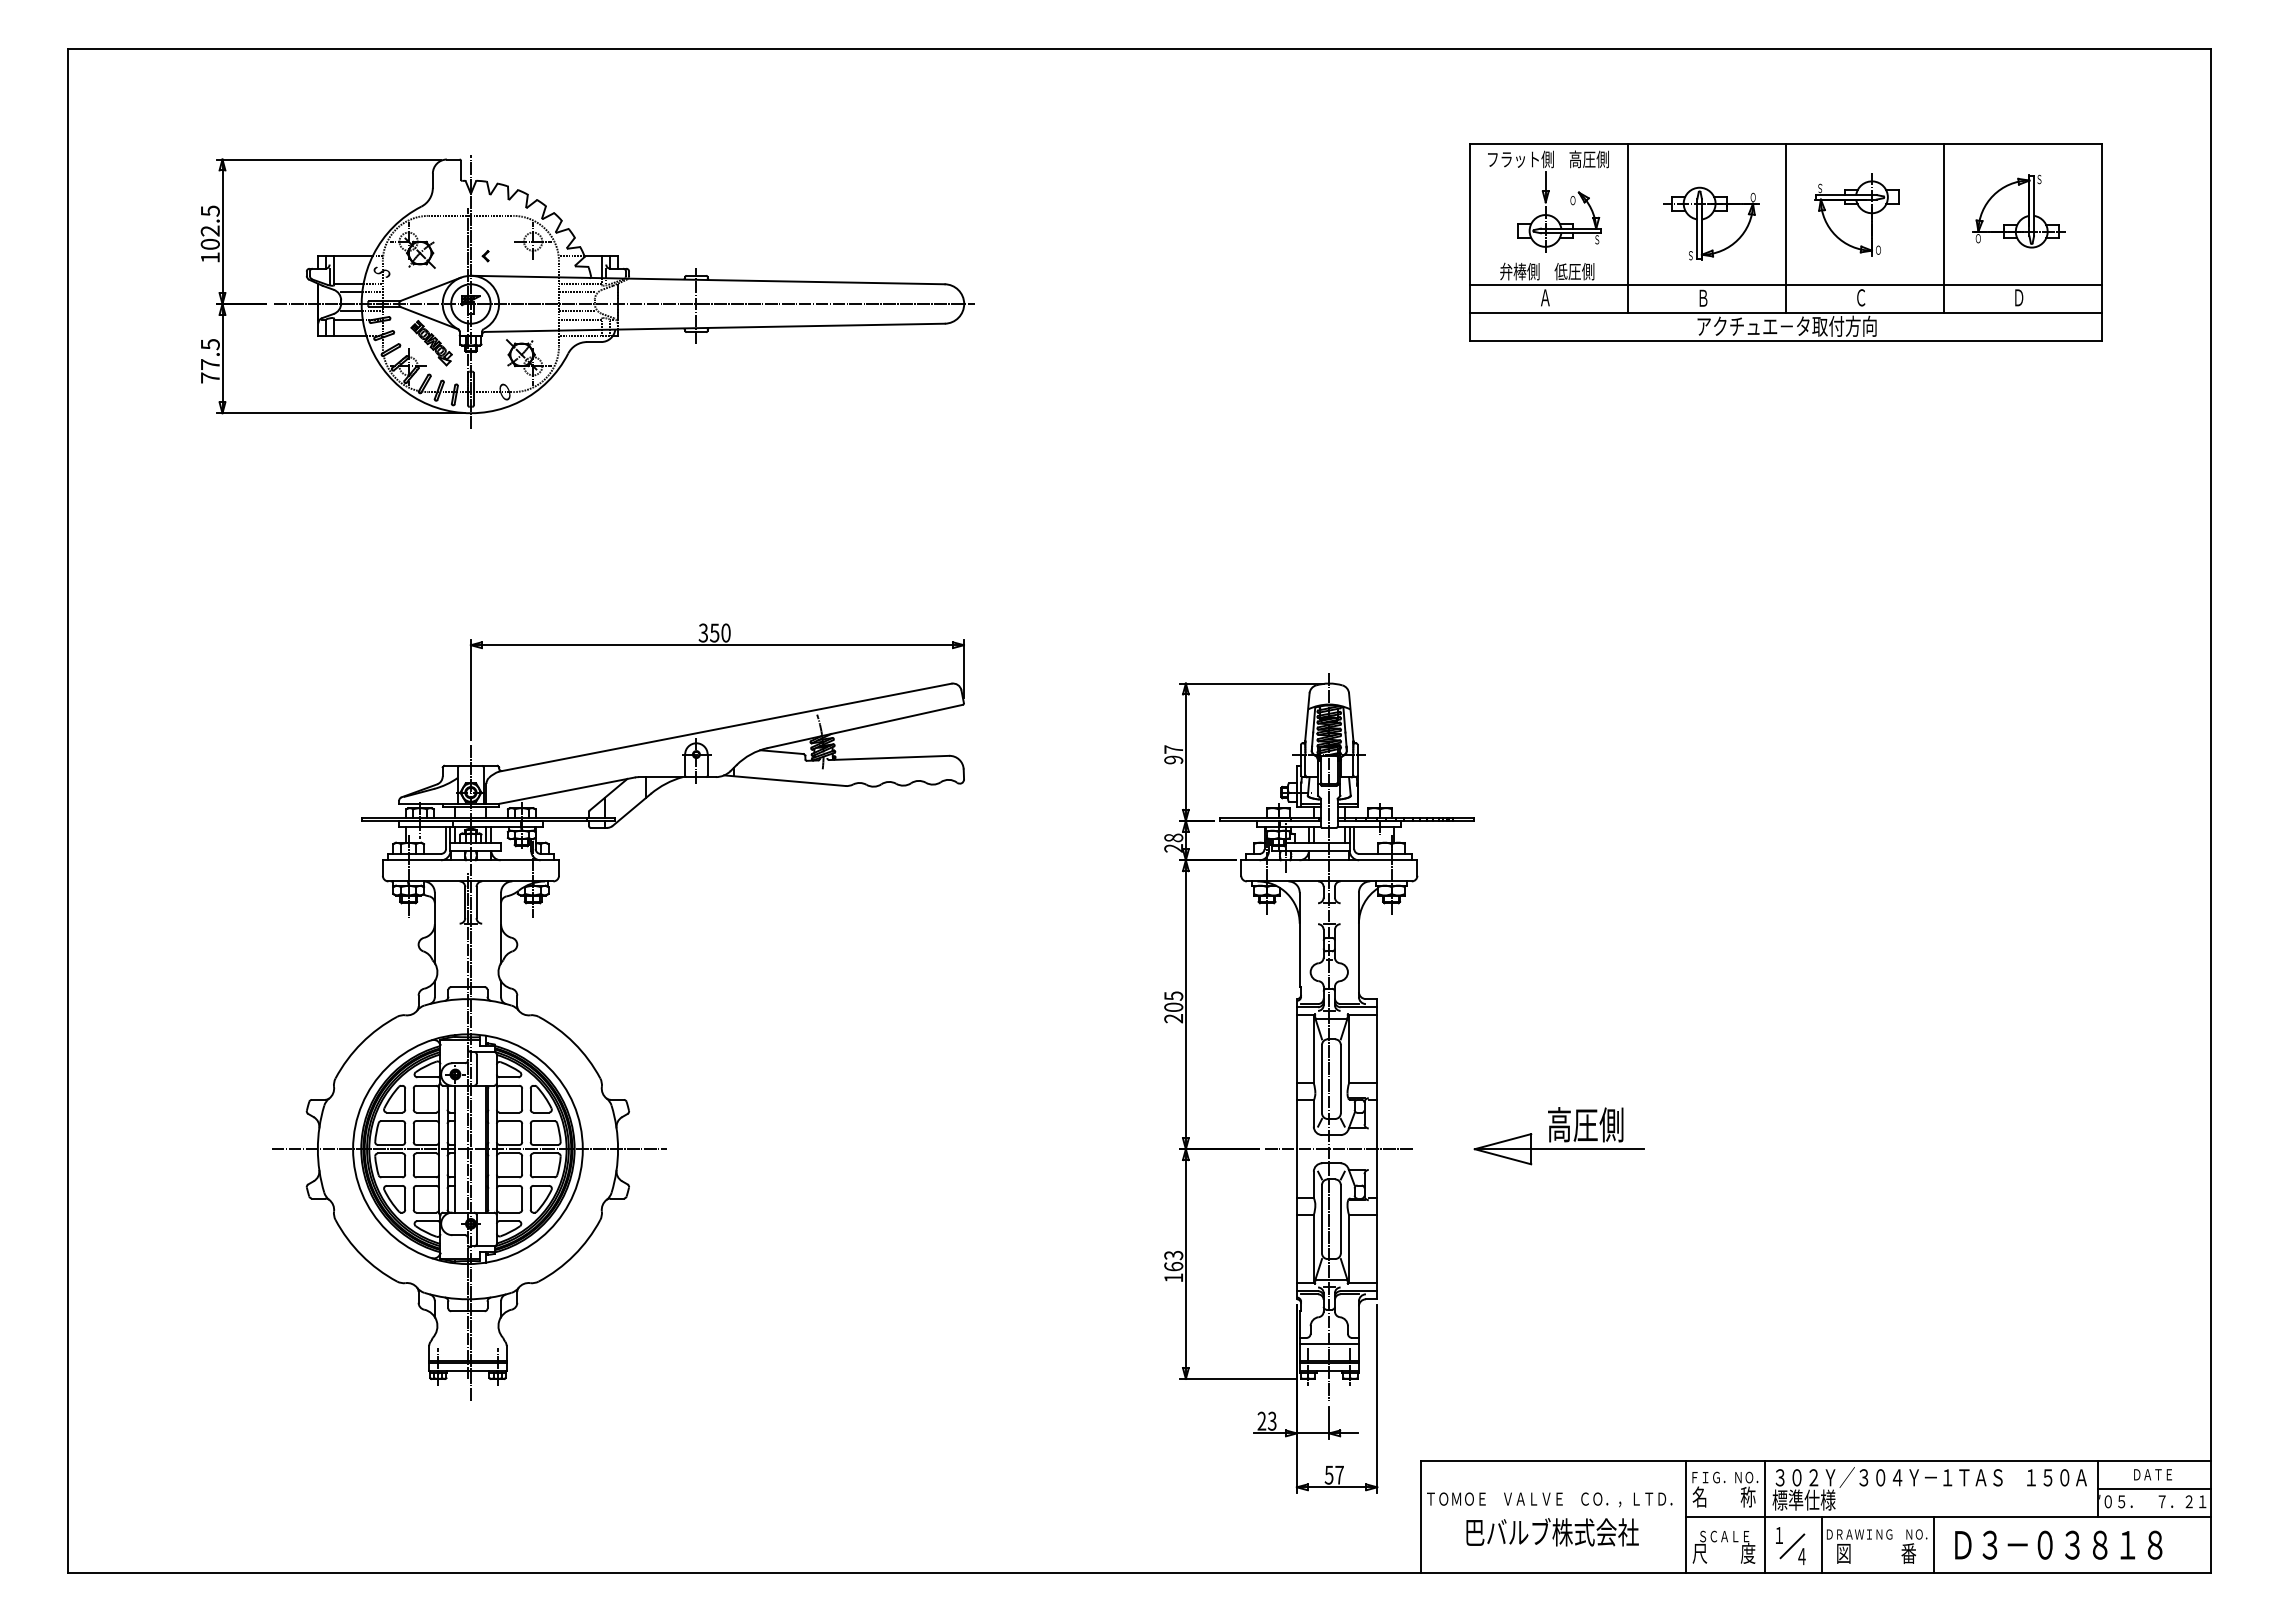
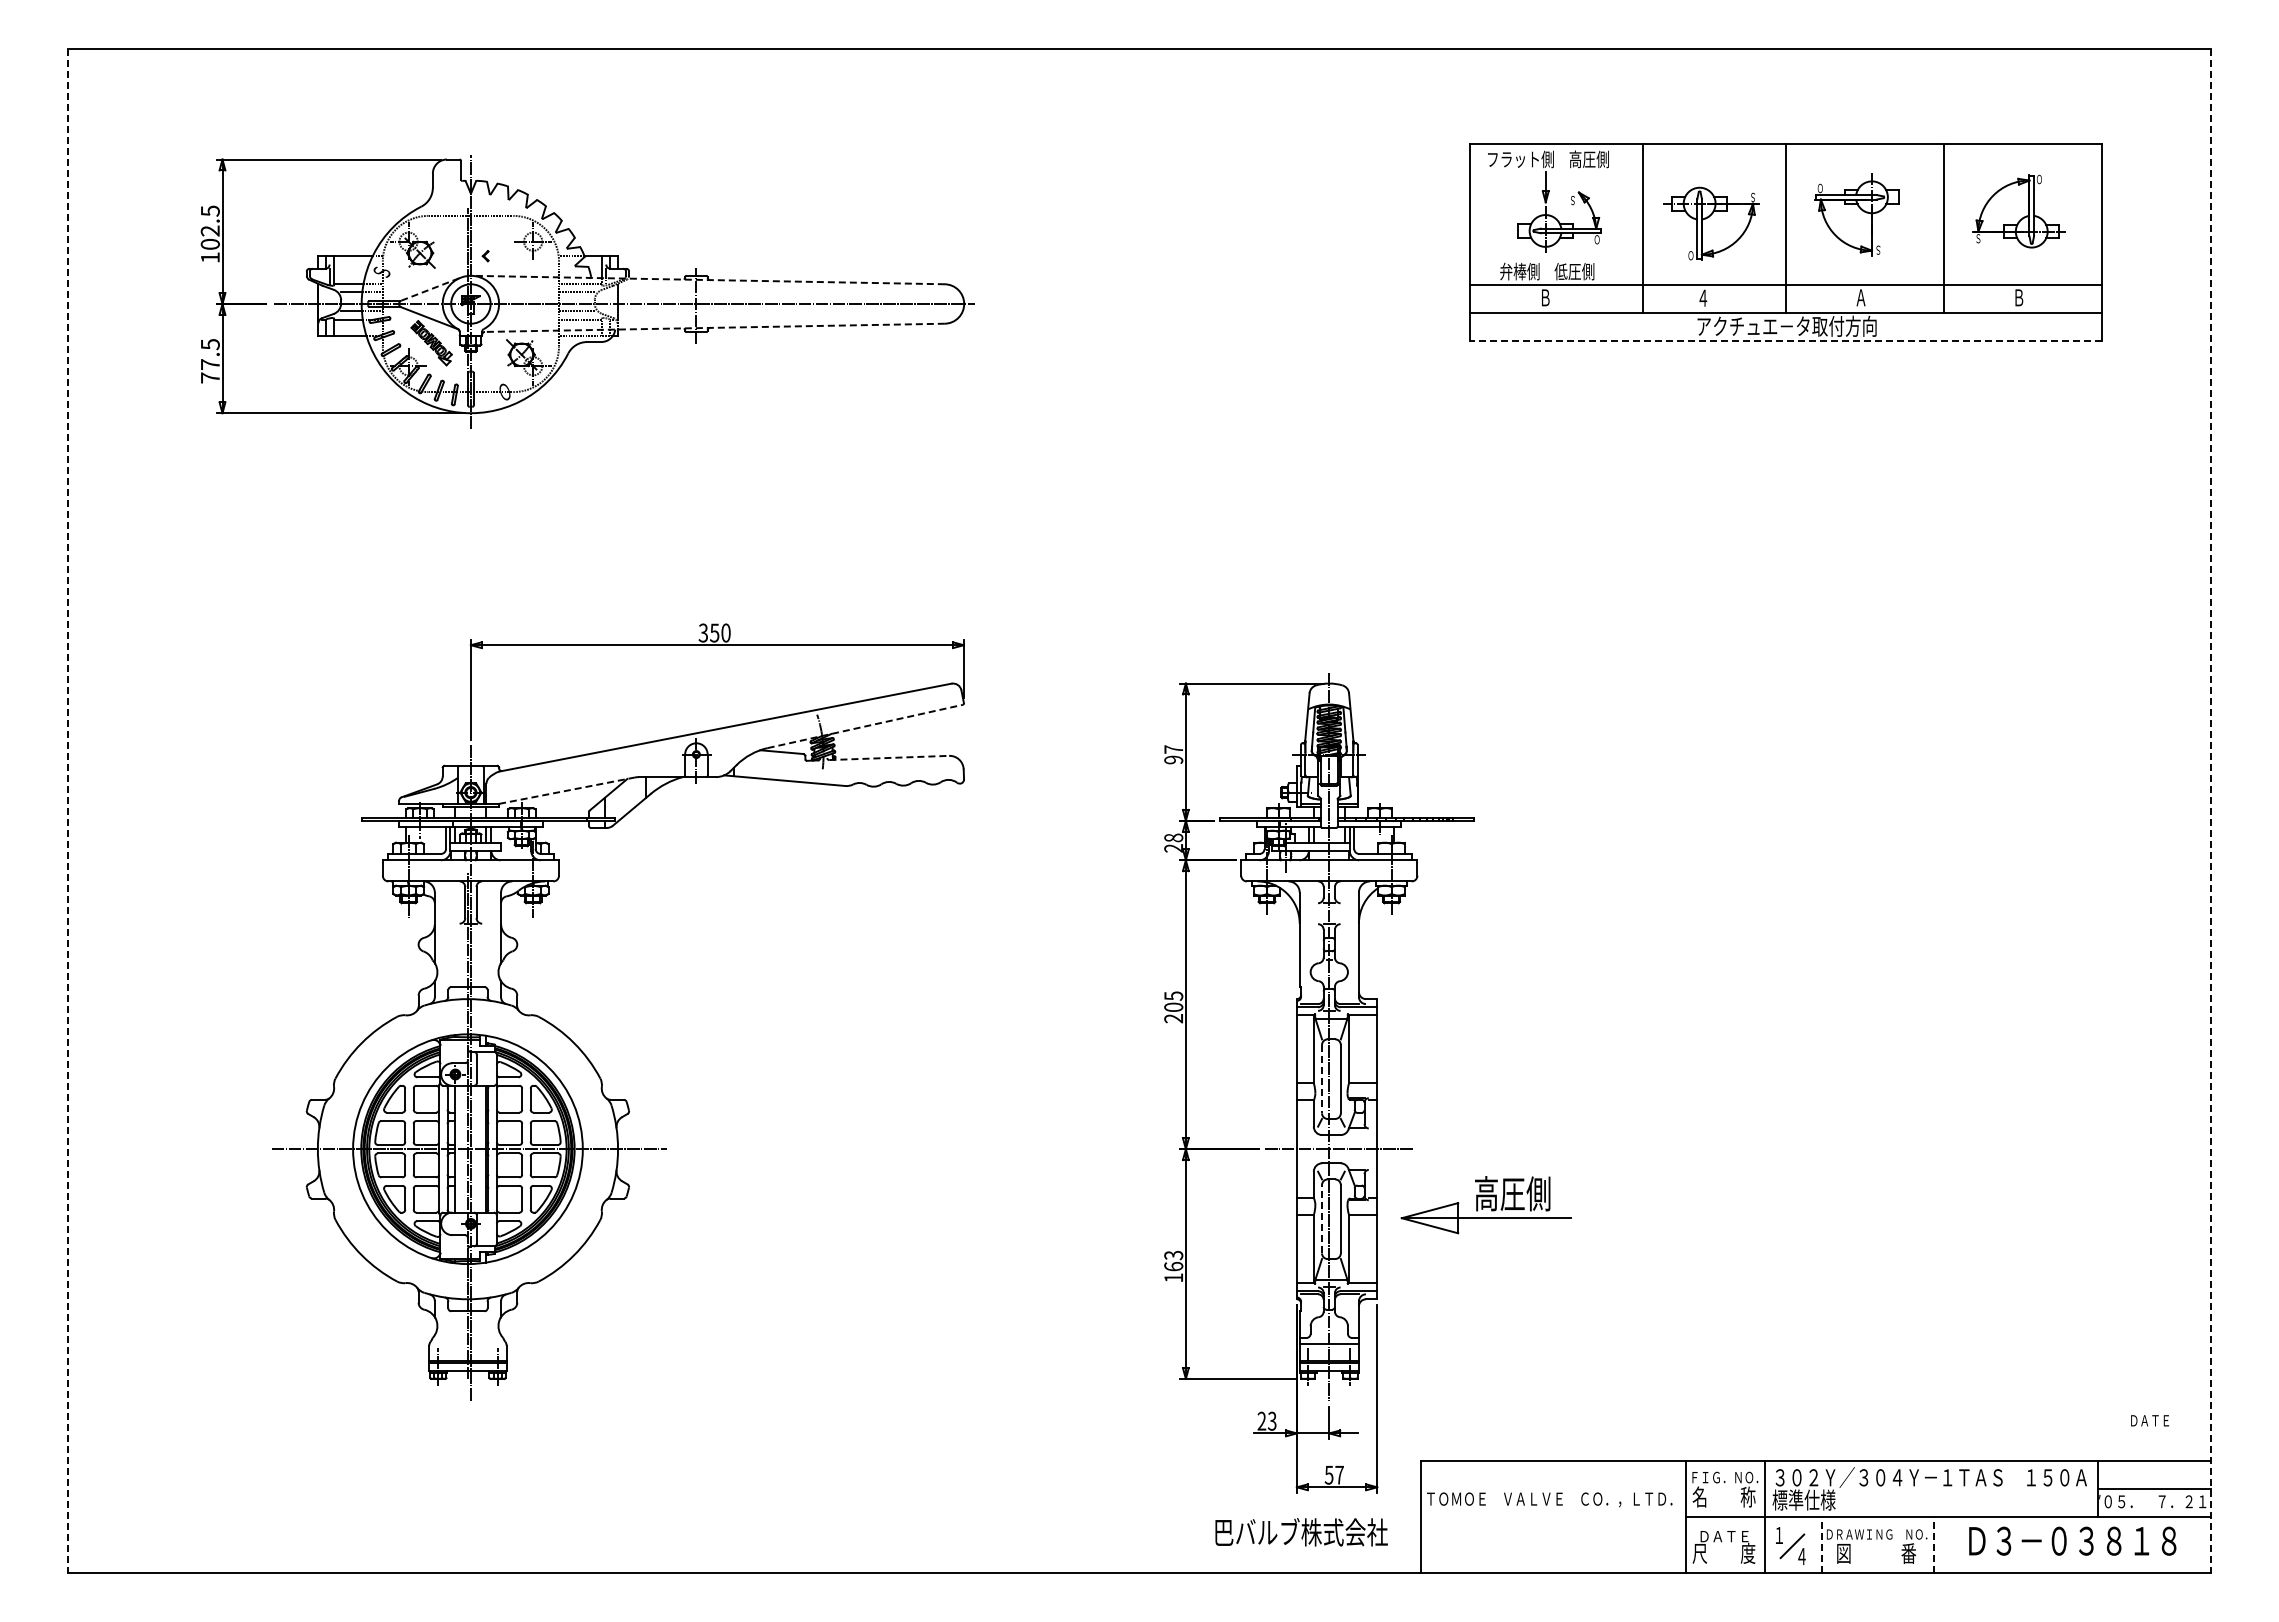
text at (2038, 178): Ｓ -> Ｏ
text at (1819, 188): Ｓ -> Ｏ
text at (1752, 197): Ｏ -> Ｓ
text at (1572, 200): Ｏ -> Ｓ
line at (1628, 227) position: (1628, 227) -> (1643, 227)
text at (1977, 238): Ｏ -> Ｓ
text at (1596, 239): Ｓ -> Ｏ
text at (1878, 250): Ｏ -> Ｓ
text at (1690, 256): Ｓ -> Ｏ
line at (708, 280): solid -> dashed
line at (431, 289): solid -> dashed
text at (1545, 297): Ａ -> Ｂ
text at (1703, 297): Ｂ -> ４
text at (1860, 297): Ｃ -> Ａ
text at (2019, 297): Ｄ -> Ｂ
line at (714, 327): solid -> dashed
line at (1785, 341): solid -> dashed
line at (865, 726): solid -> dashed
line at (889, 757): solid -> dashed
line at (567, 790): solid -> dashed
line at (68, 811): solid -> dashed
line at (2210, 811): solid -> dashed
line at (1322, 1079): solid -> dashed
part at (1558, 1136) position: (1558, 1136) -> (1485, 1205)
line at (1322, 1218): solid -> dashed
text at (2152, 1474) position: (2152, 1474) -> (2149, 1420)
text at (1552, 1532) position: (1552, 1532) -> (1301, 1532)
text at (1724, 1536): ＳＣＡＬＥ -> ＤＡＴＥ
line at (1821, 1544): solid -> dashed
line at (1934, 1544): solid -> dashed
text at (2058, 1544) position: (2058, 1544) -> (2072, 1540)
